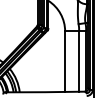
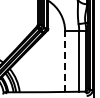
line at (65, 61): solid -> dashed
